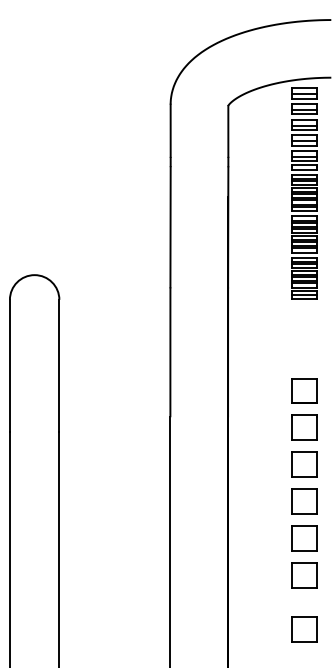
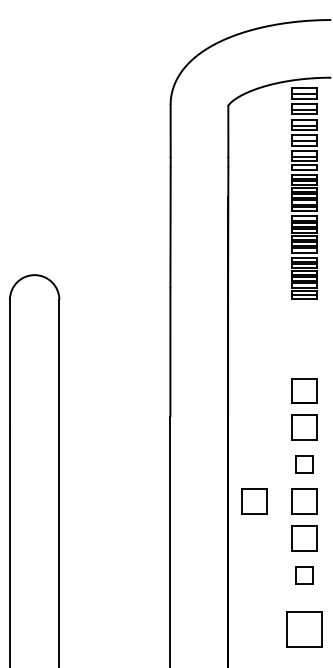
part at (304, 464) size: 27x27 px -> 19x19 px
part at (254, 501): none -> present
part at (304, 575) size: 27x27 px -> 19x19 px
part at (304, 629) size: 27x27 px -> 37x37 px
